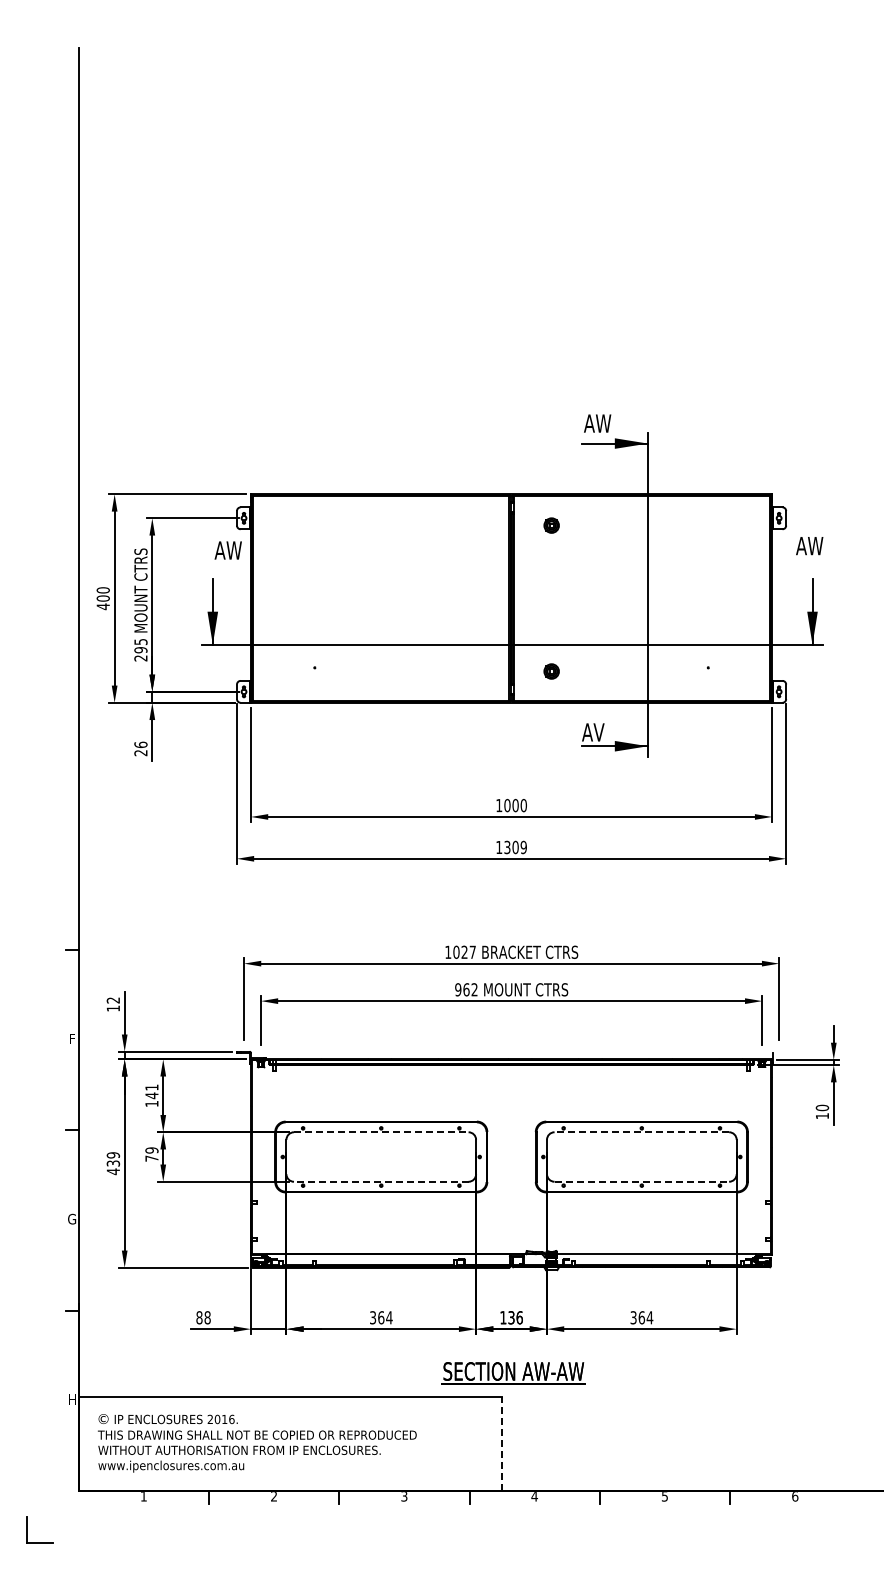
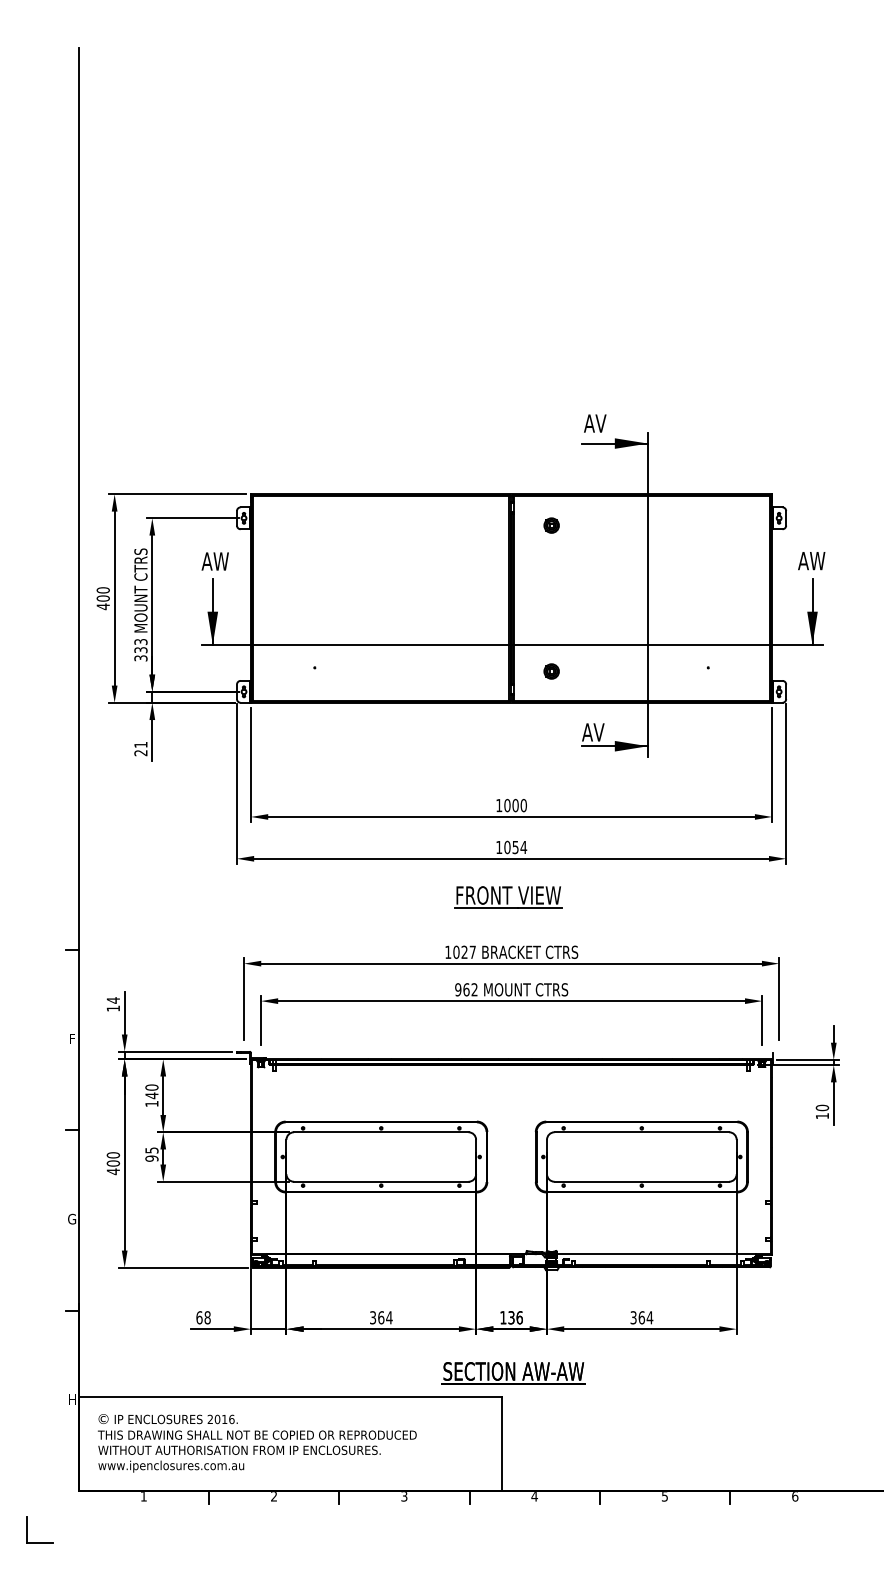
text at (603, 423): AW -> AV
text at (809, 546) position: (809, 546) -> (811, 561)
text at (227, 550) position: (227, 550) -> (214, 561)
text at (140, 650): 295 -> 333
text at (140, 744): 26 -> 21
text at (515, 847): 1309 -> 1054
part at (508, 897): none -> present
text at (112, 1000): 12 -> 14
text at (151, 1087): 141 -> 140
line at (381, 1132): dashed -> solid
line at (641, 1132): dashed -> solid
text at (151, 1154): 79 -> 95
text at (113, 1159): 439 -> 400
line at (380, 1181): dashed -> solid
line at (642, 1181): dashed -> solid
text at (199, 1317): 88 -> 68
line at (502, 1444): dashed -> solid
